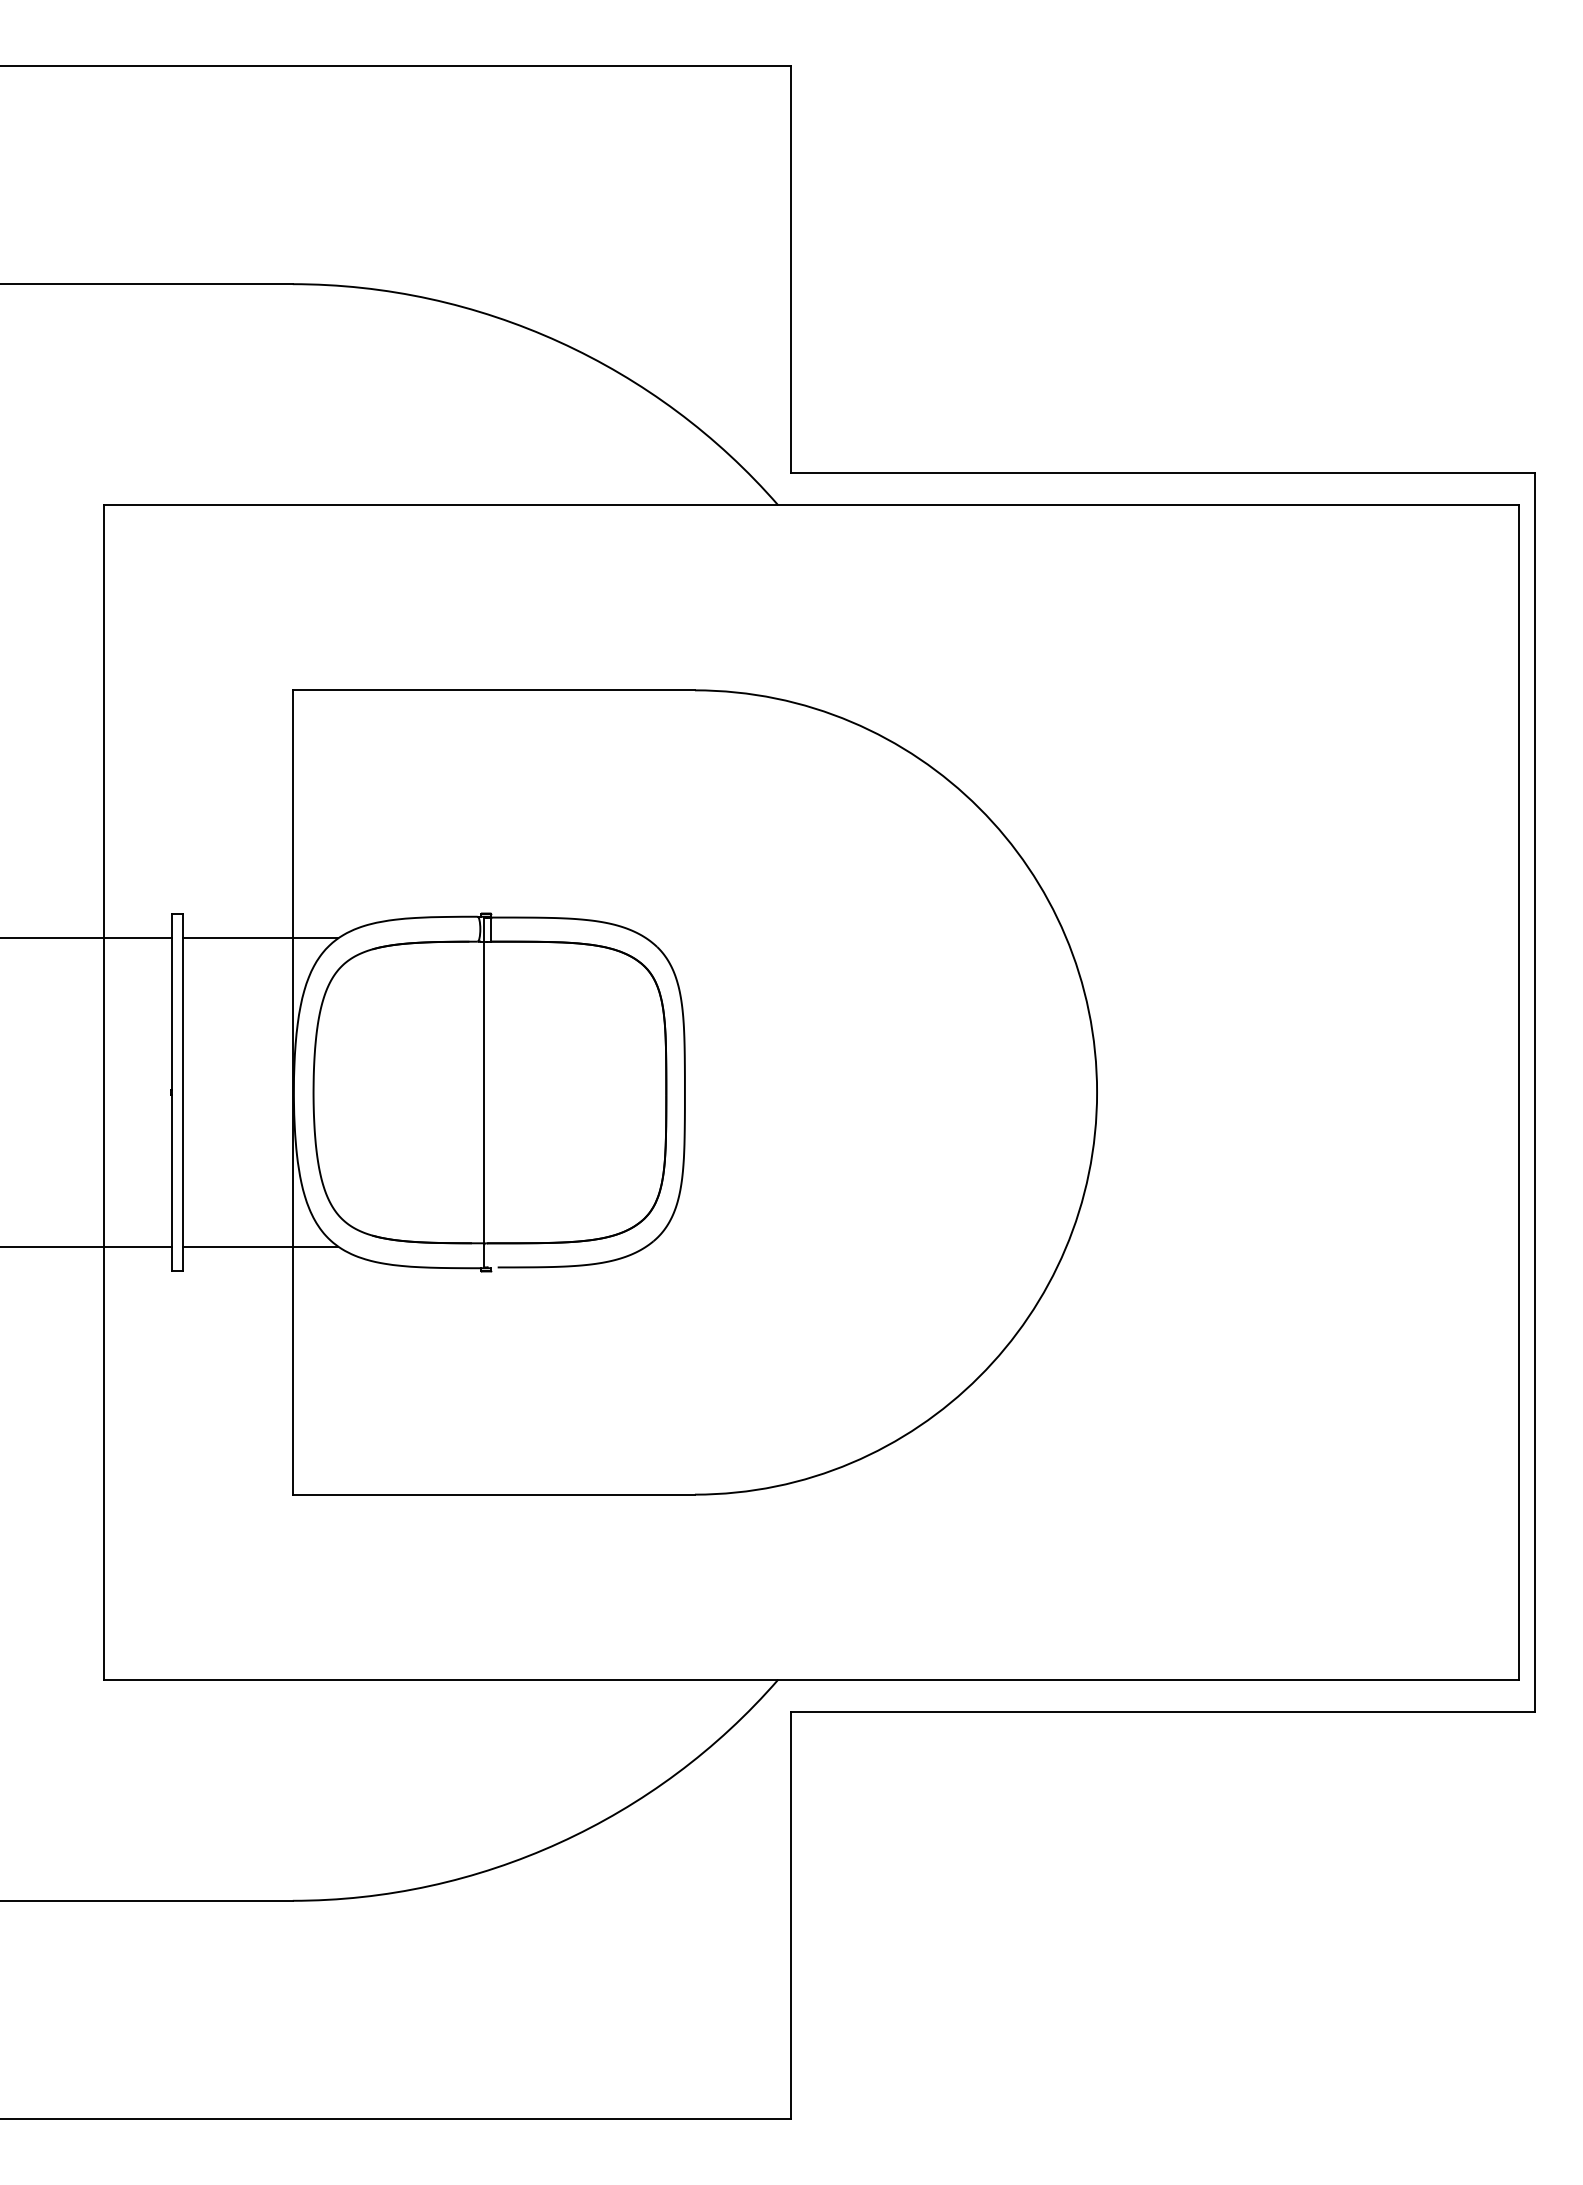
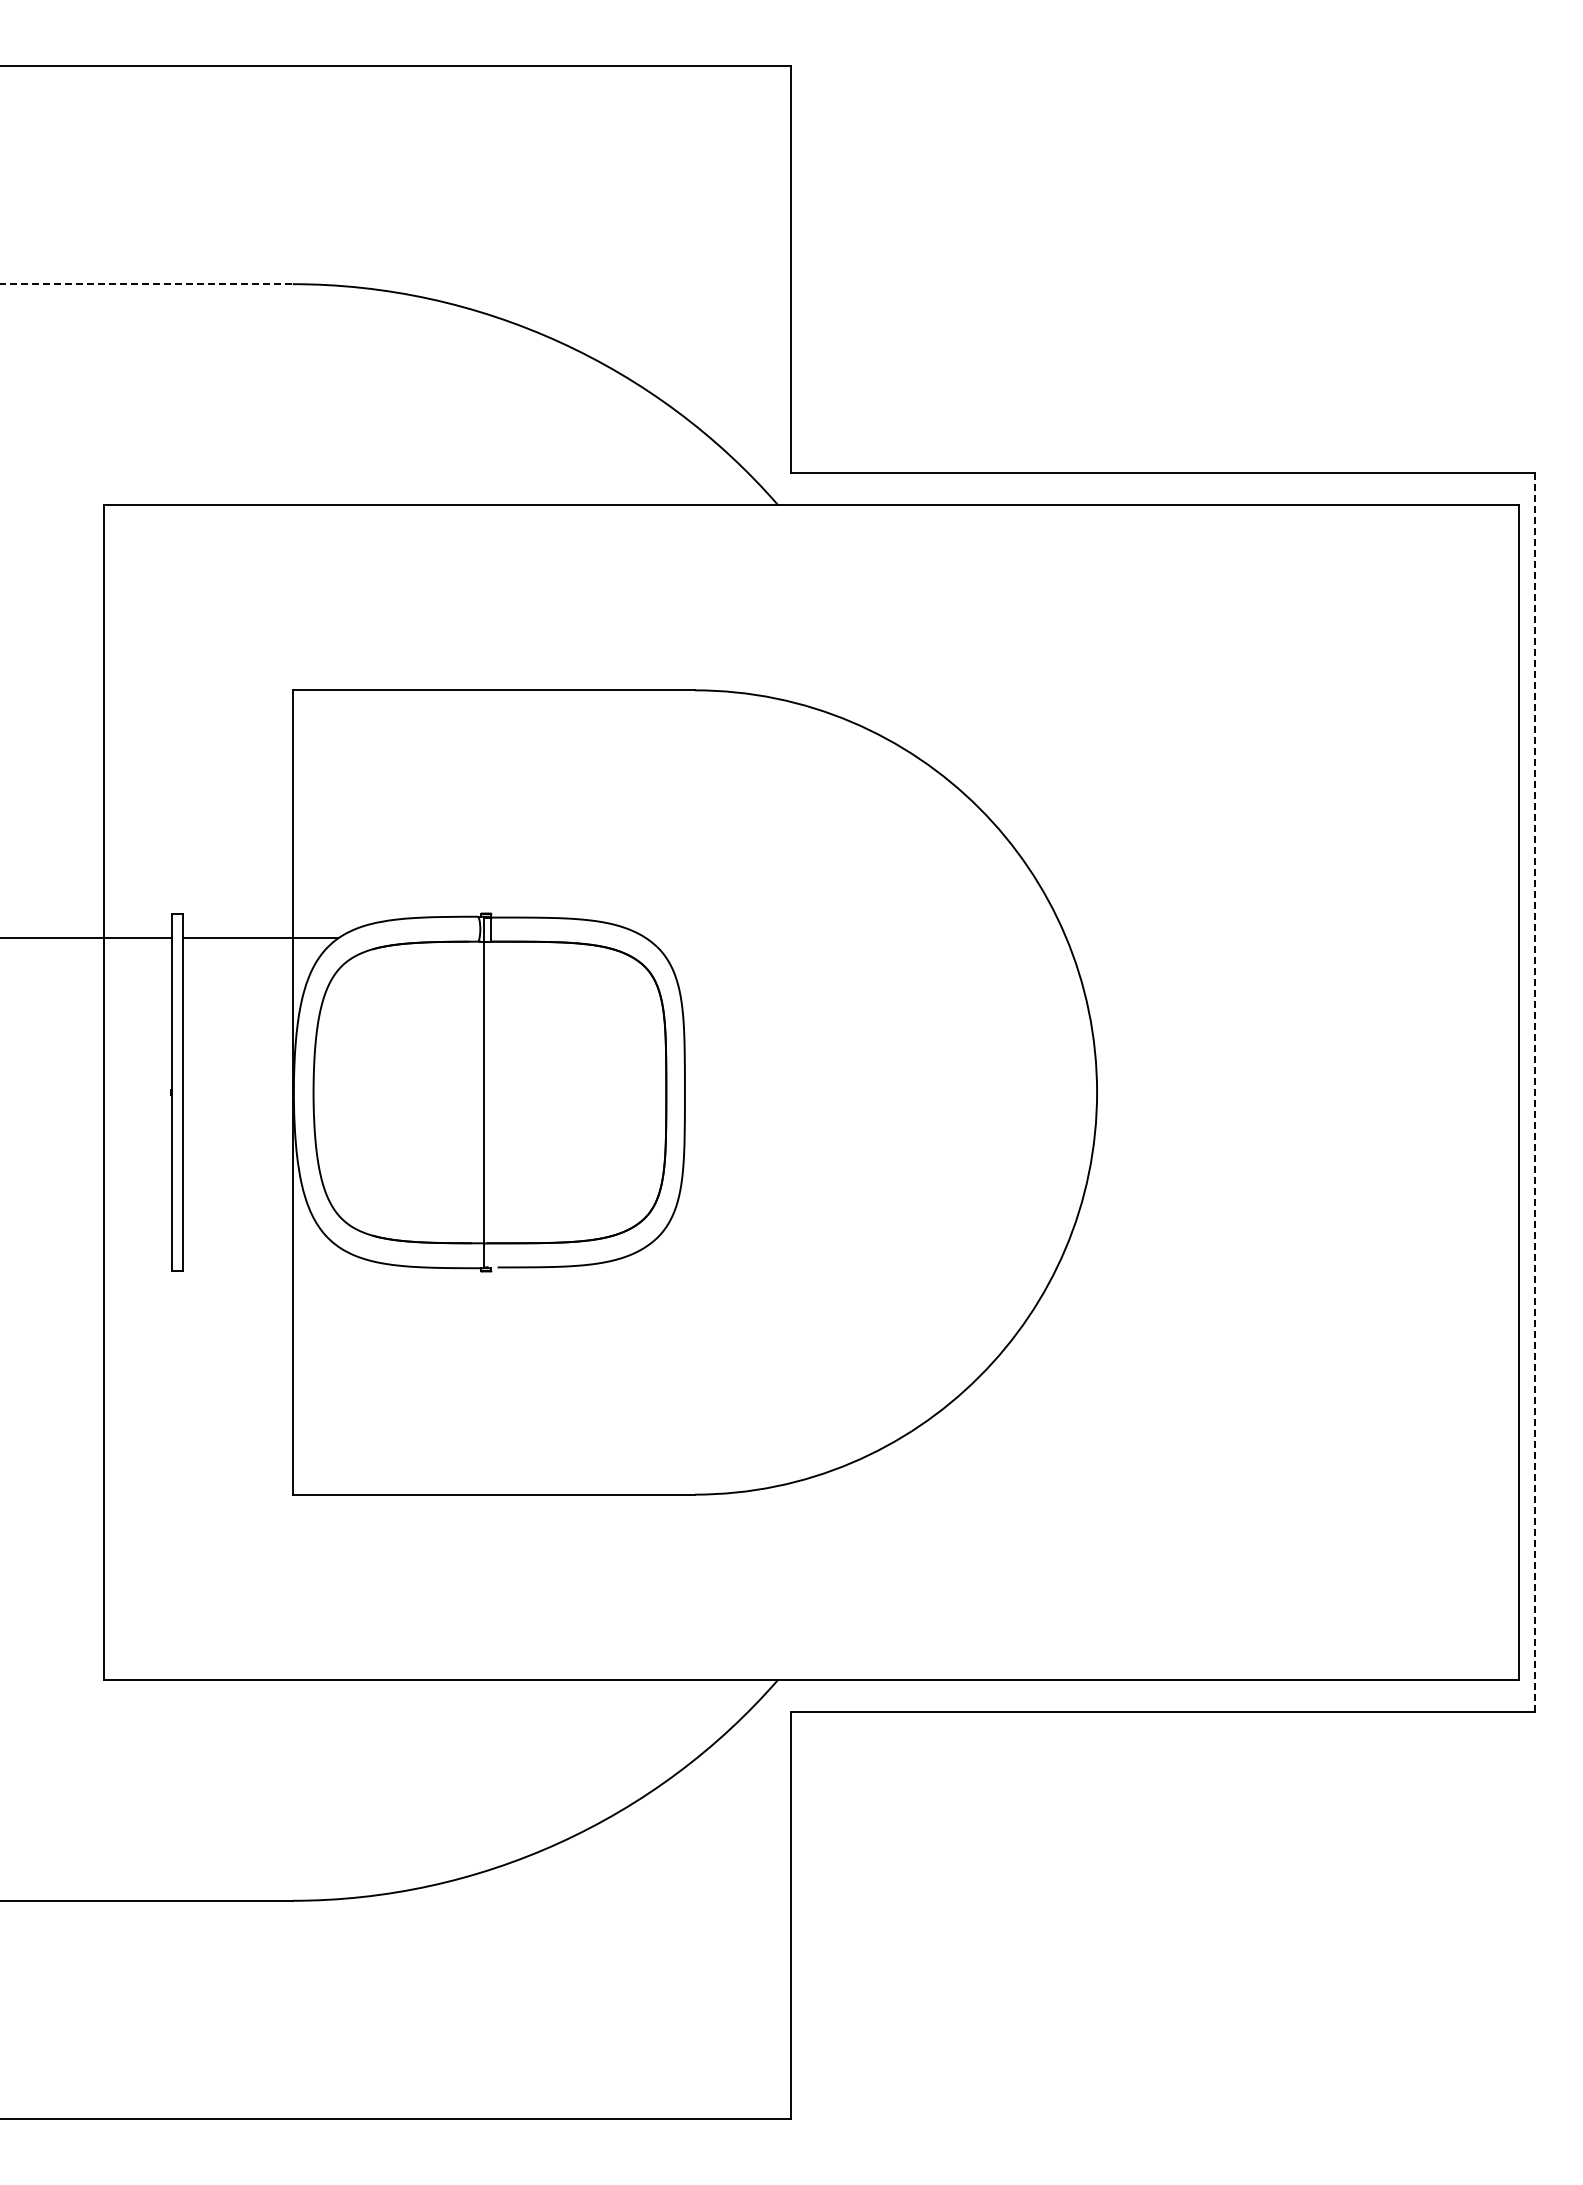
line at (147, 284): solid -> dashed
line at (1535, 1092): solid -> dashed
line at (87, 1246): present -> none
line at (260, 1246): present -> none
